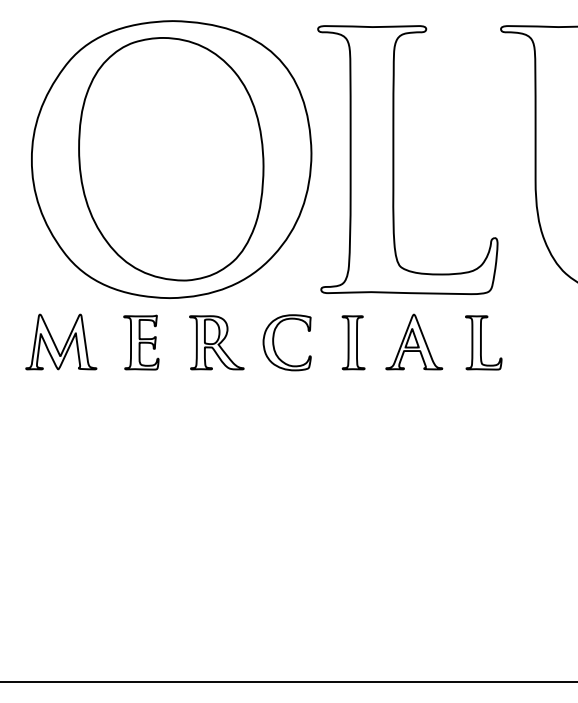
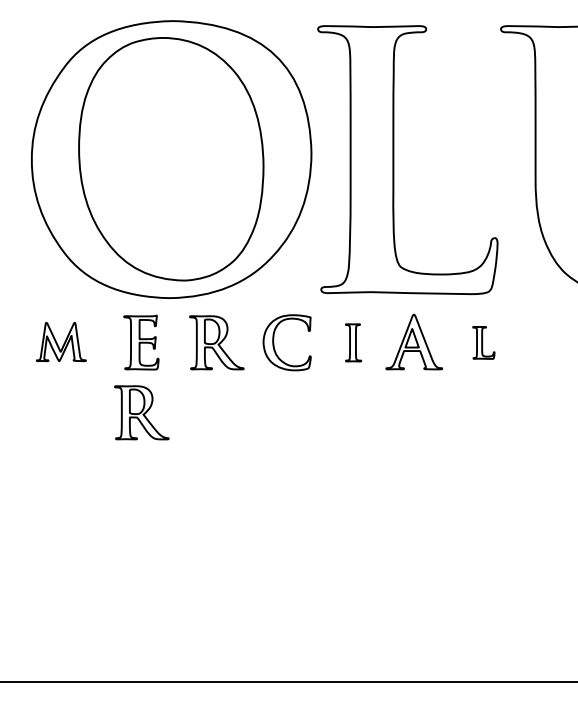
part at (61, 341) size: 73x58 px -> 51x41 px
part at (353, 342) size: 25x56 px -> 18x40 px
part at (483, 342) size: 38x56 px -> 24x34 px
part at (141, 412): none -> present
